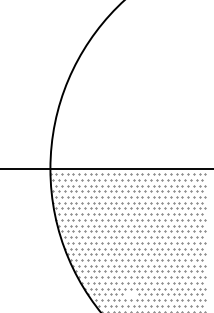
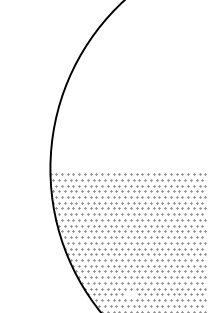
line at (106, 169): present -> none
